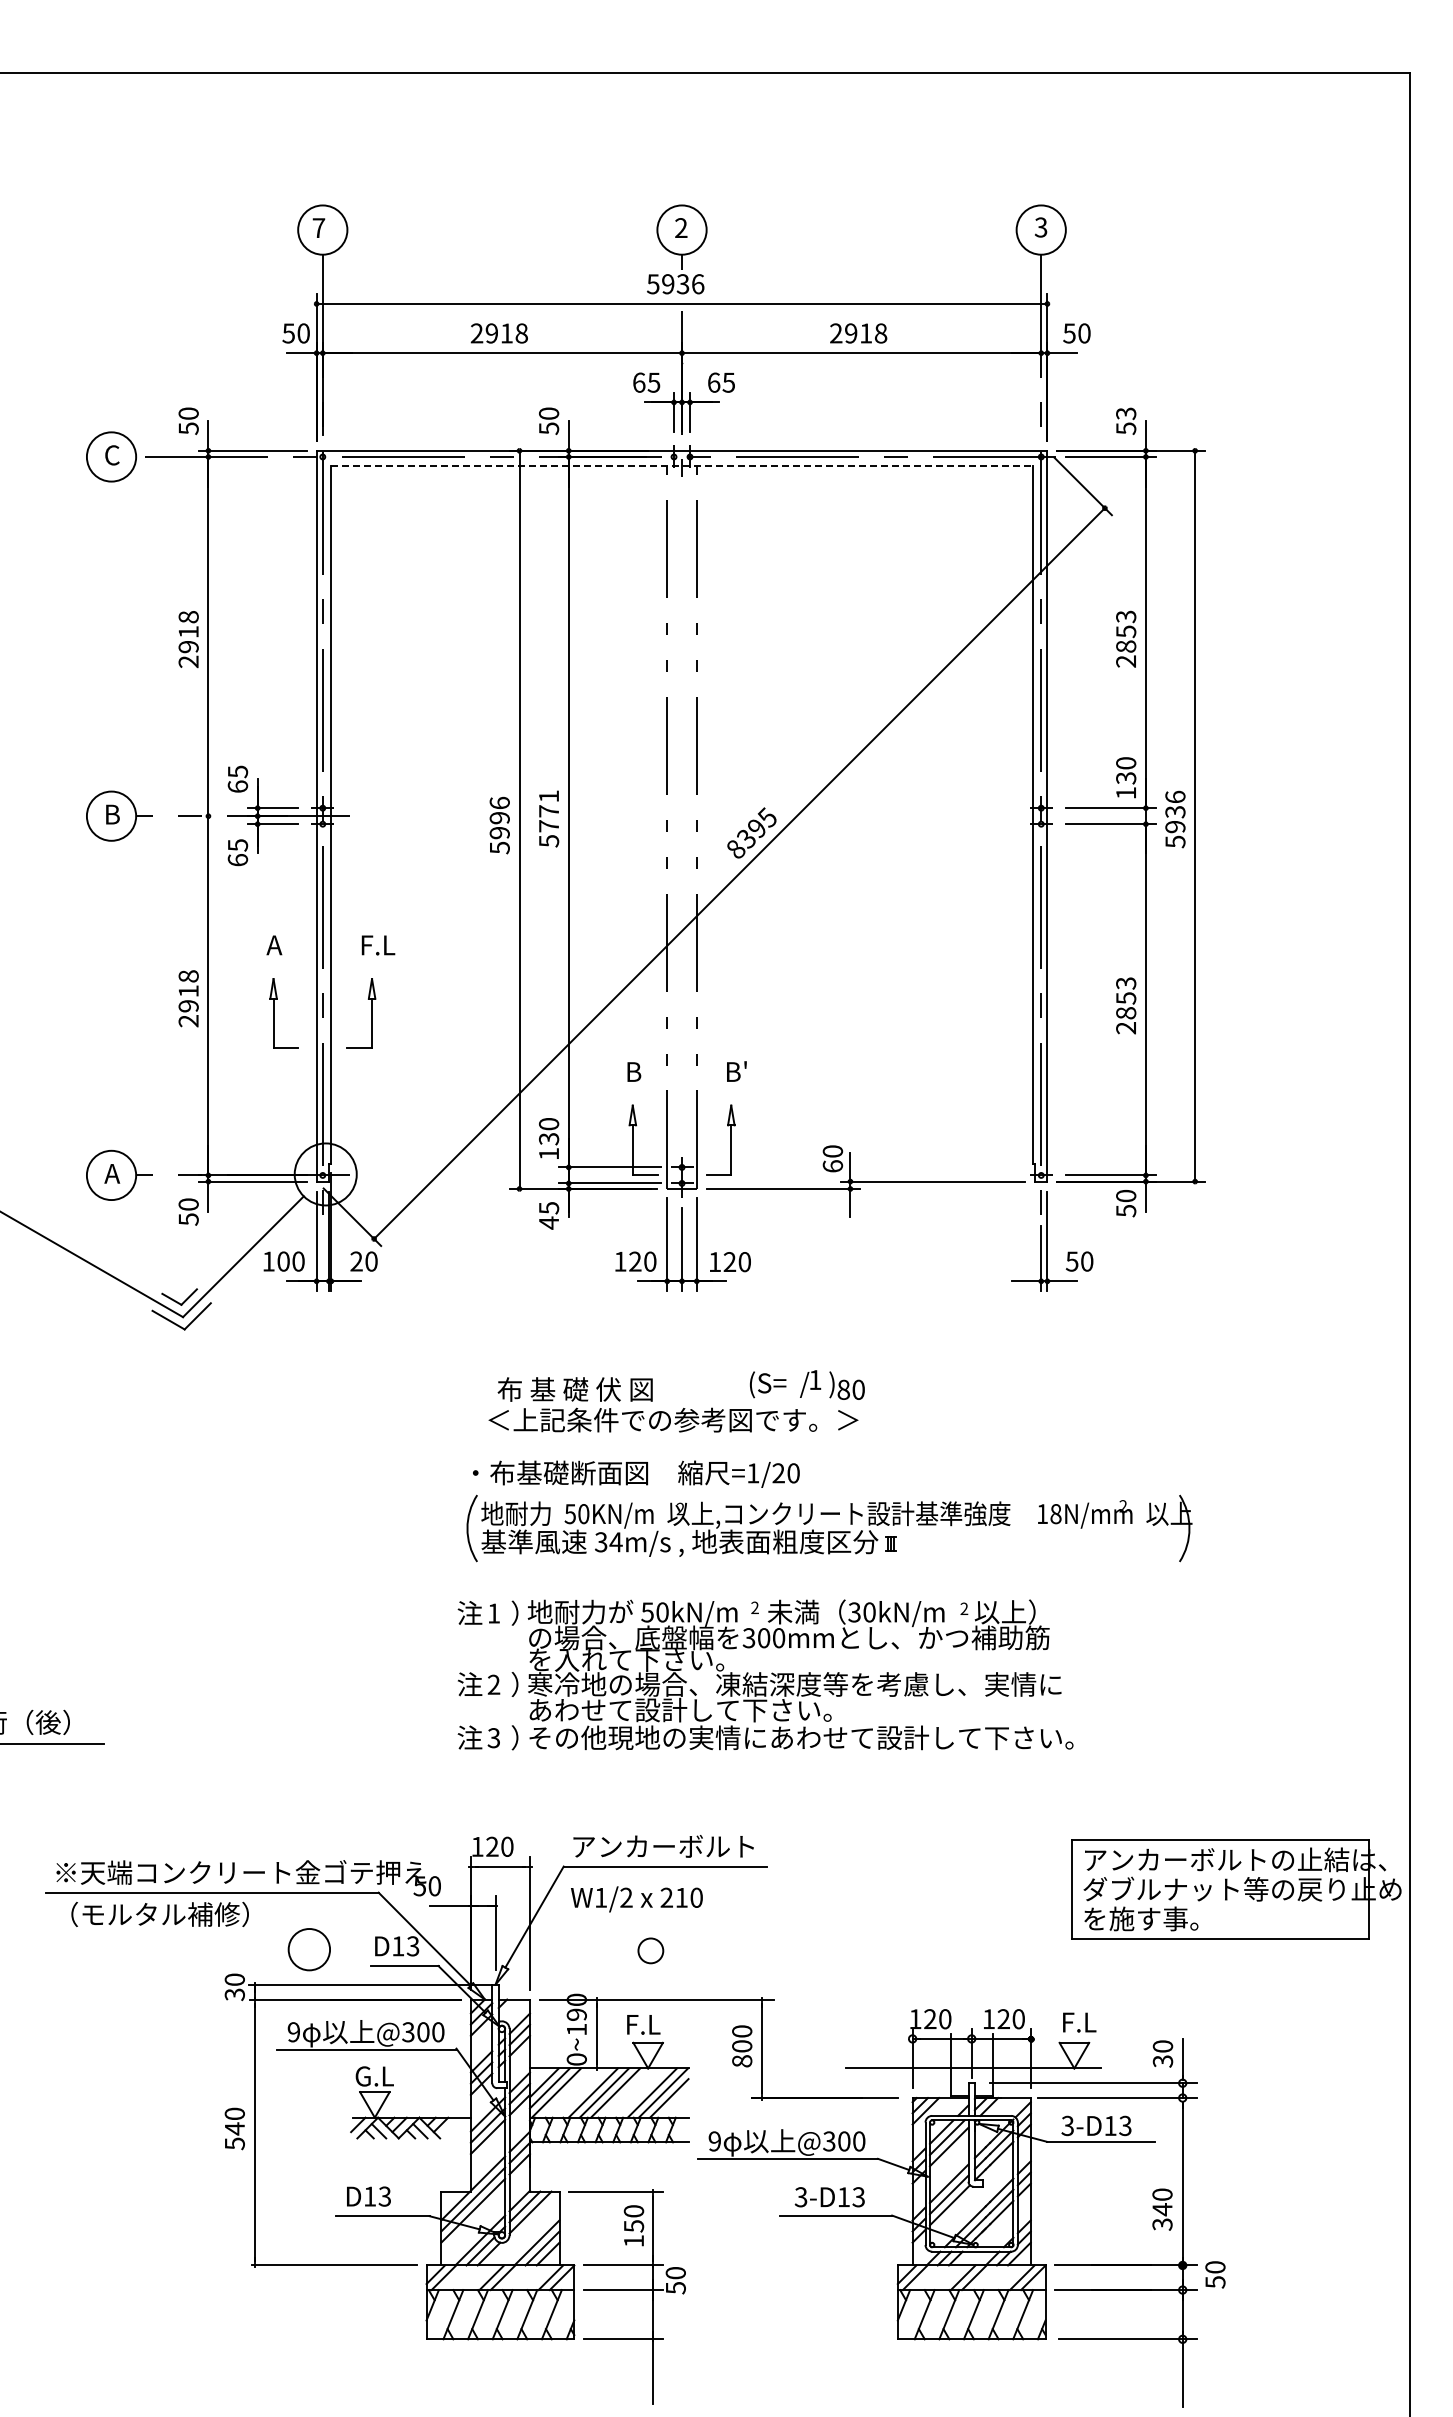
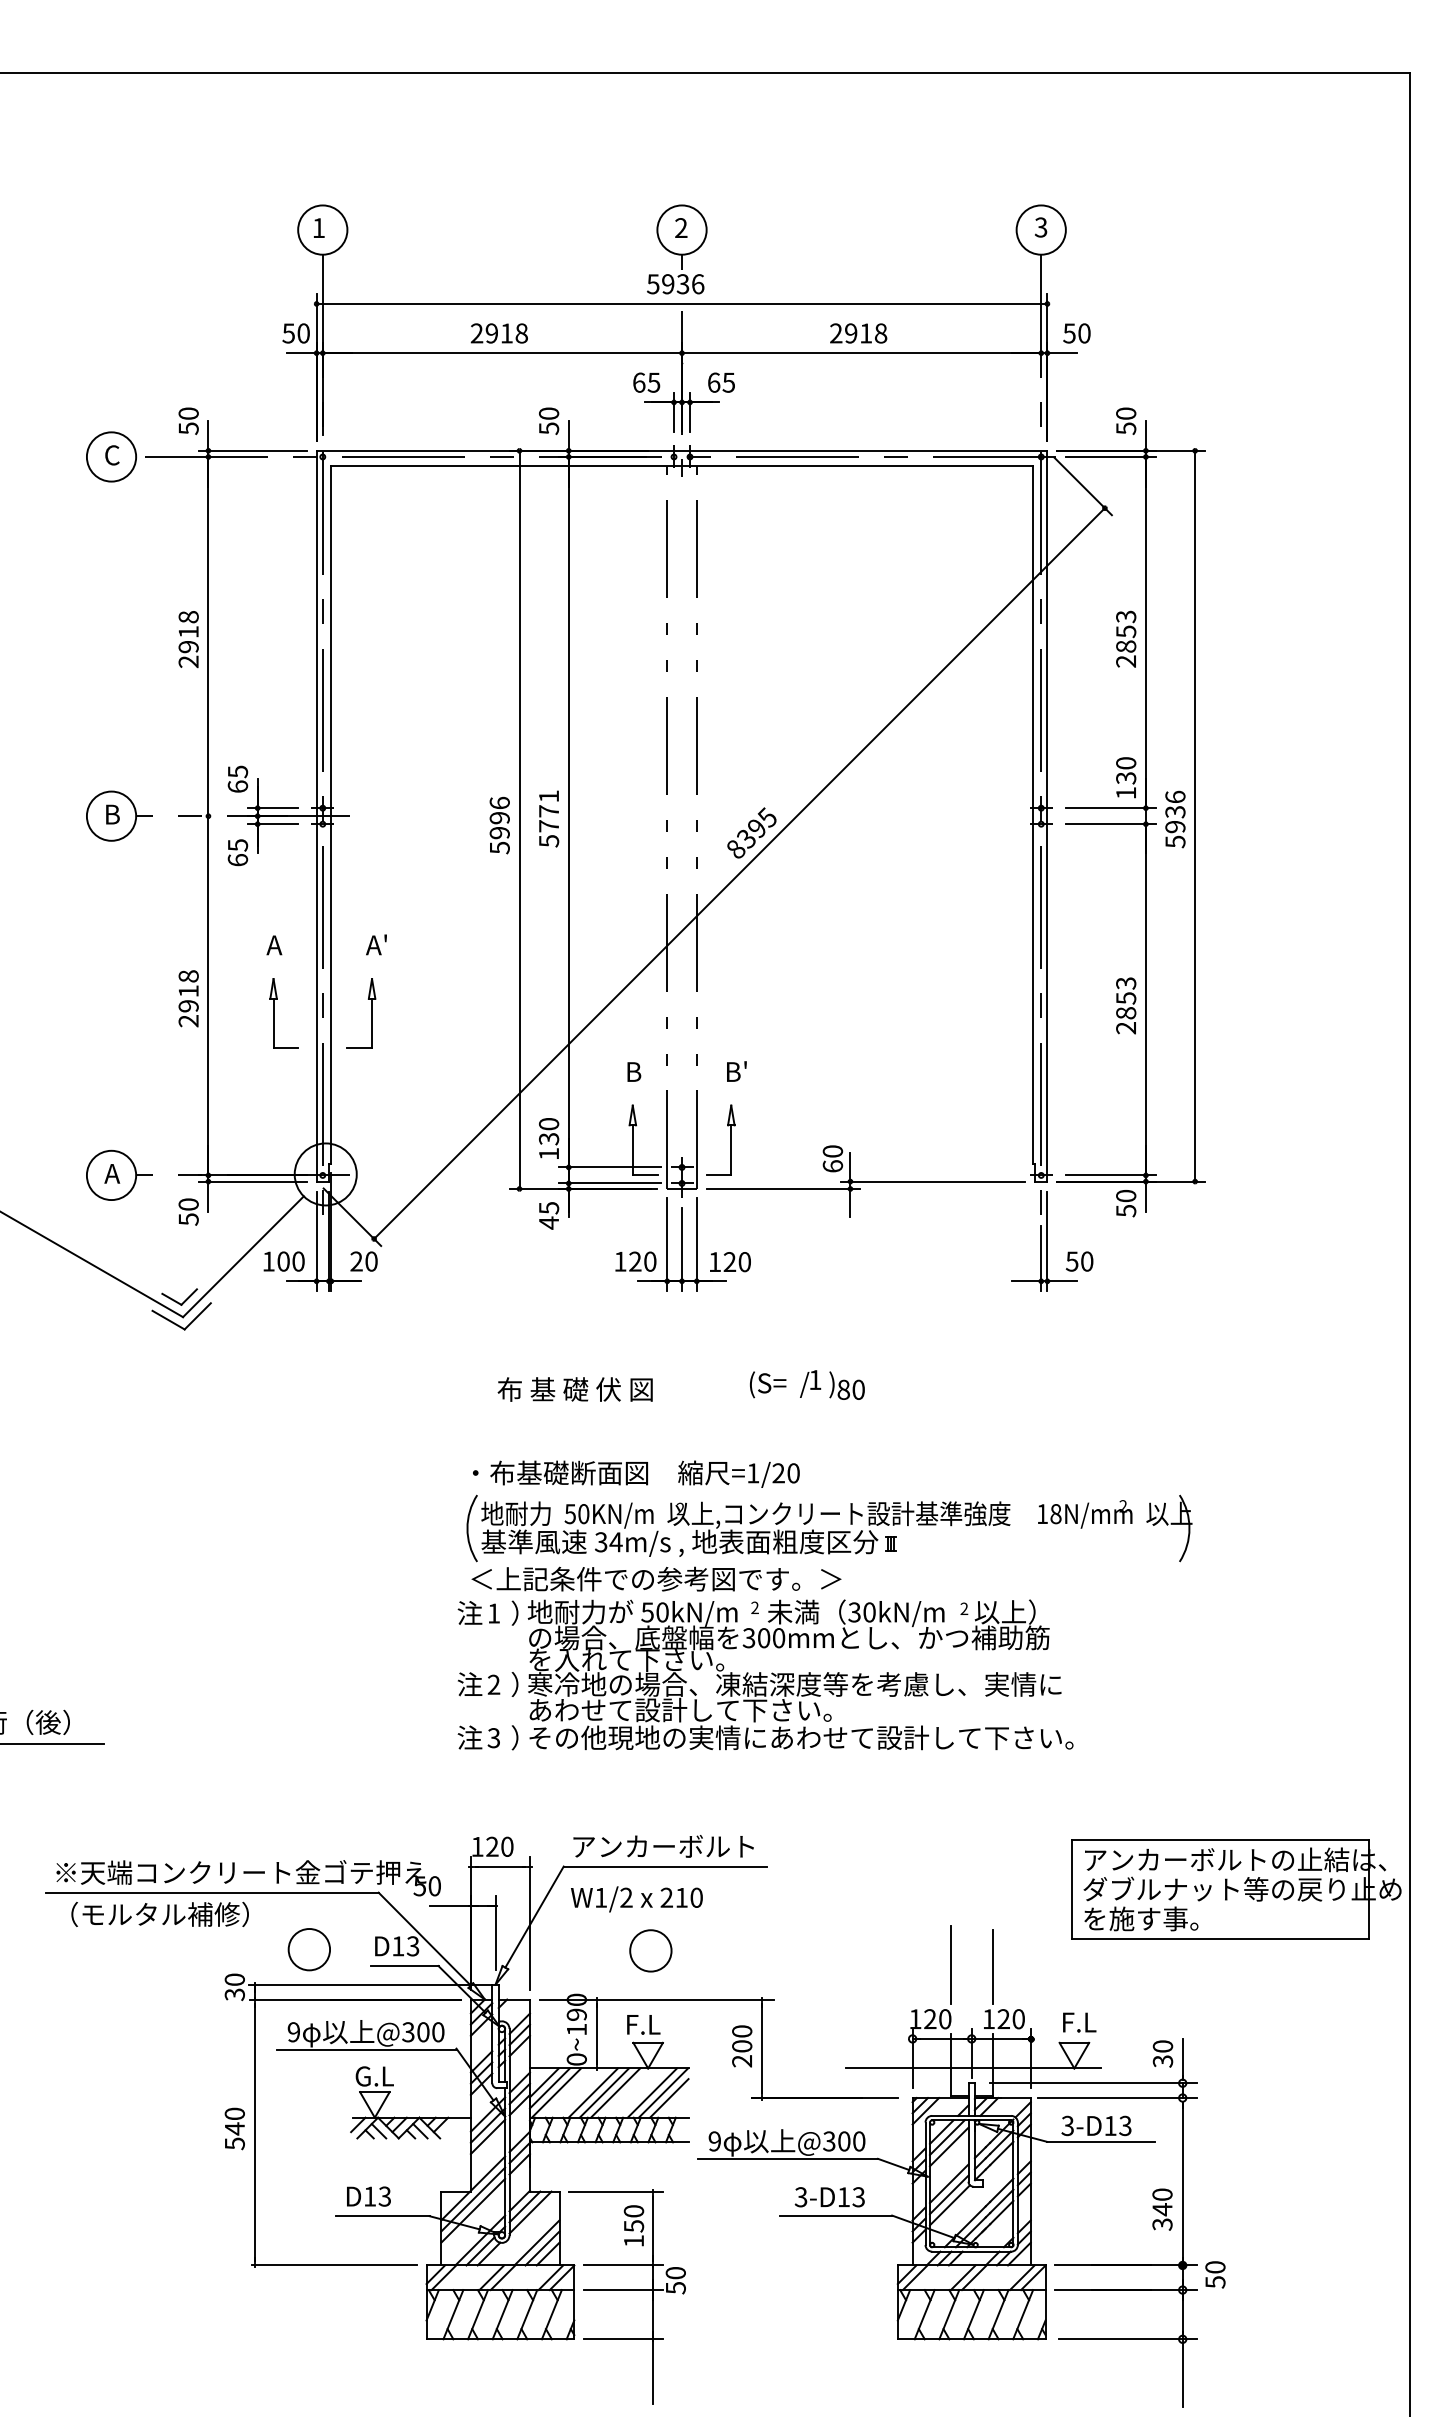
text at (318, 227): 7 -> 1
text at (1126, 413): 53 -> 50
line at (682, 465): dashed -> solid
text at (378, 944): F.L -> A'
text at (673, 1419) position: (673, 1419) -> (656, 1578)
circle at (650, 1950) diameter: 25 px -> 41 px
line at (950, 1965): none -> present
line at (992, 1966): none -> present
text at (742, 2061): 800 -> 200
